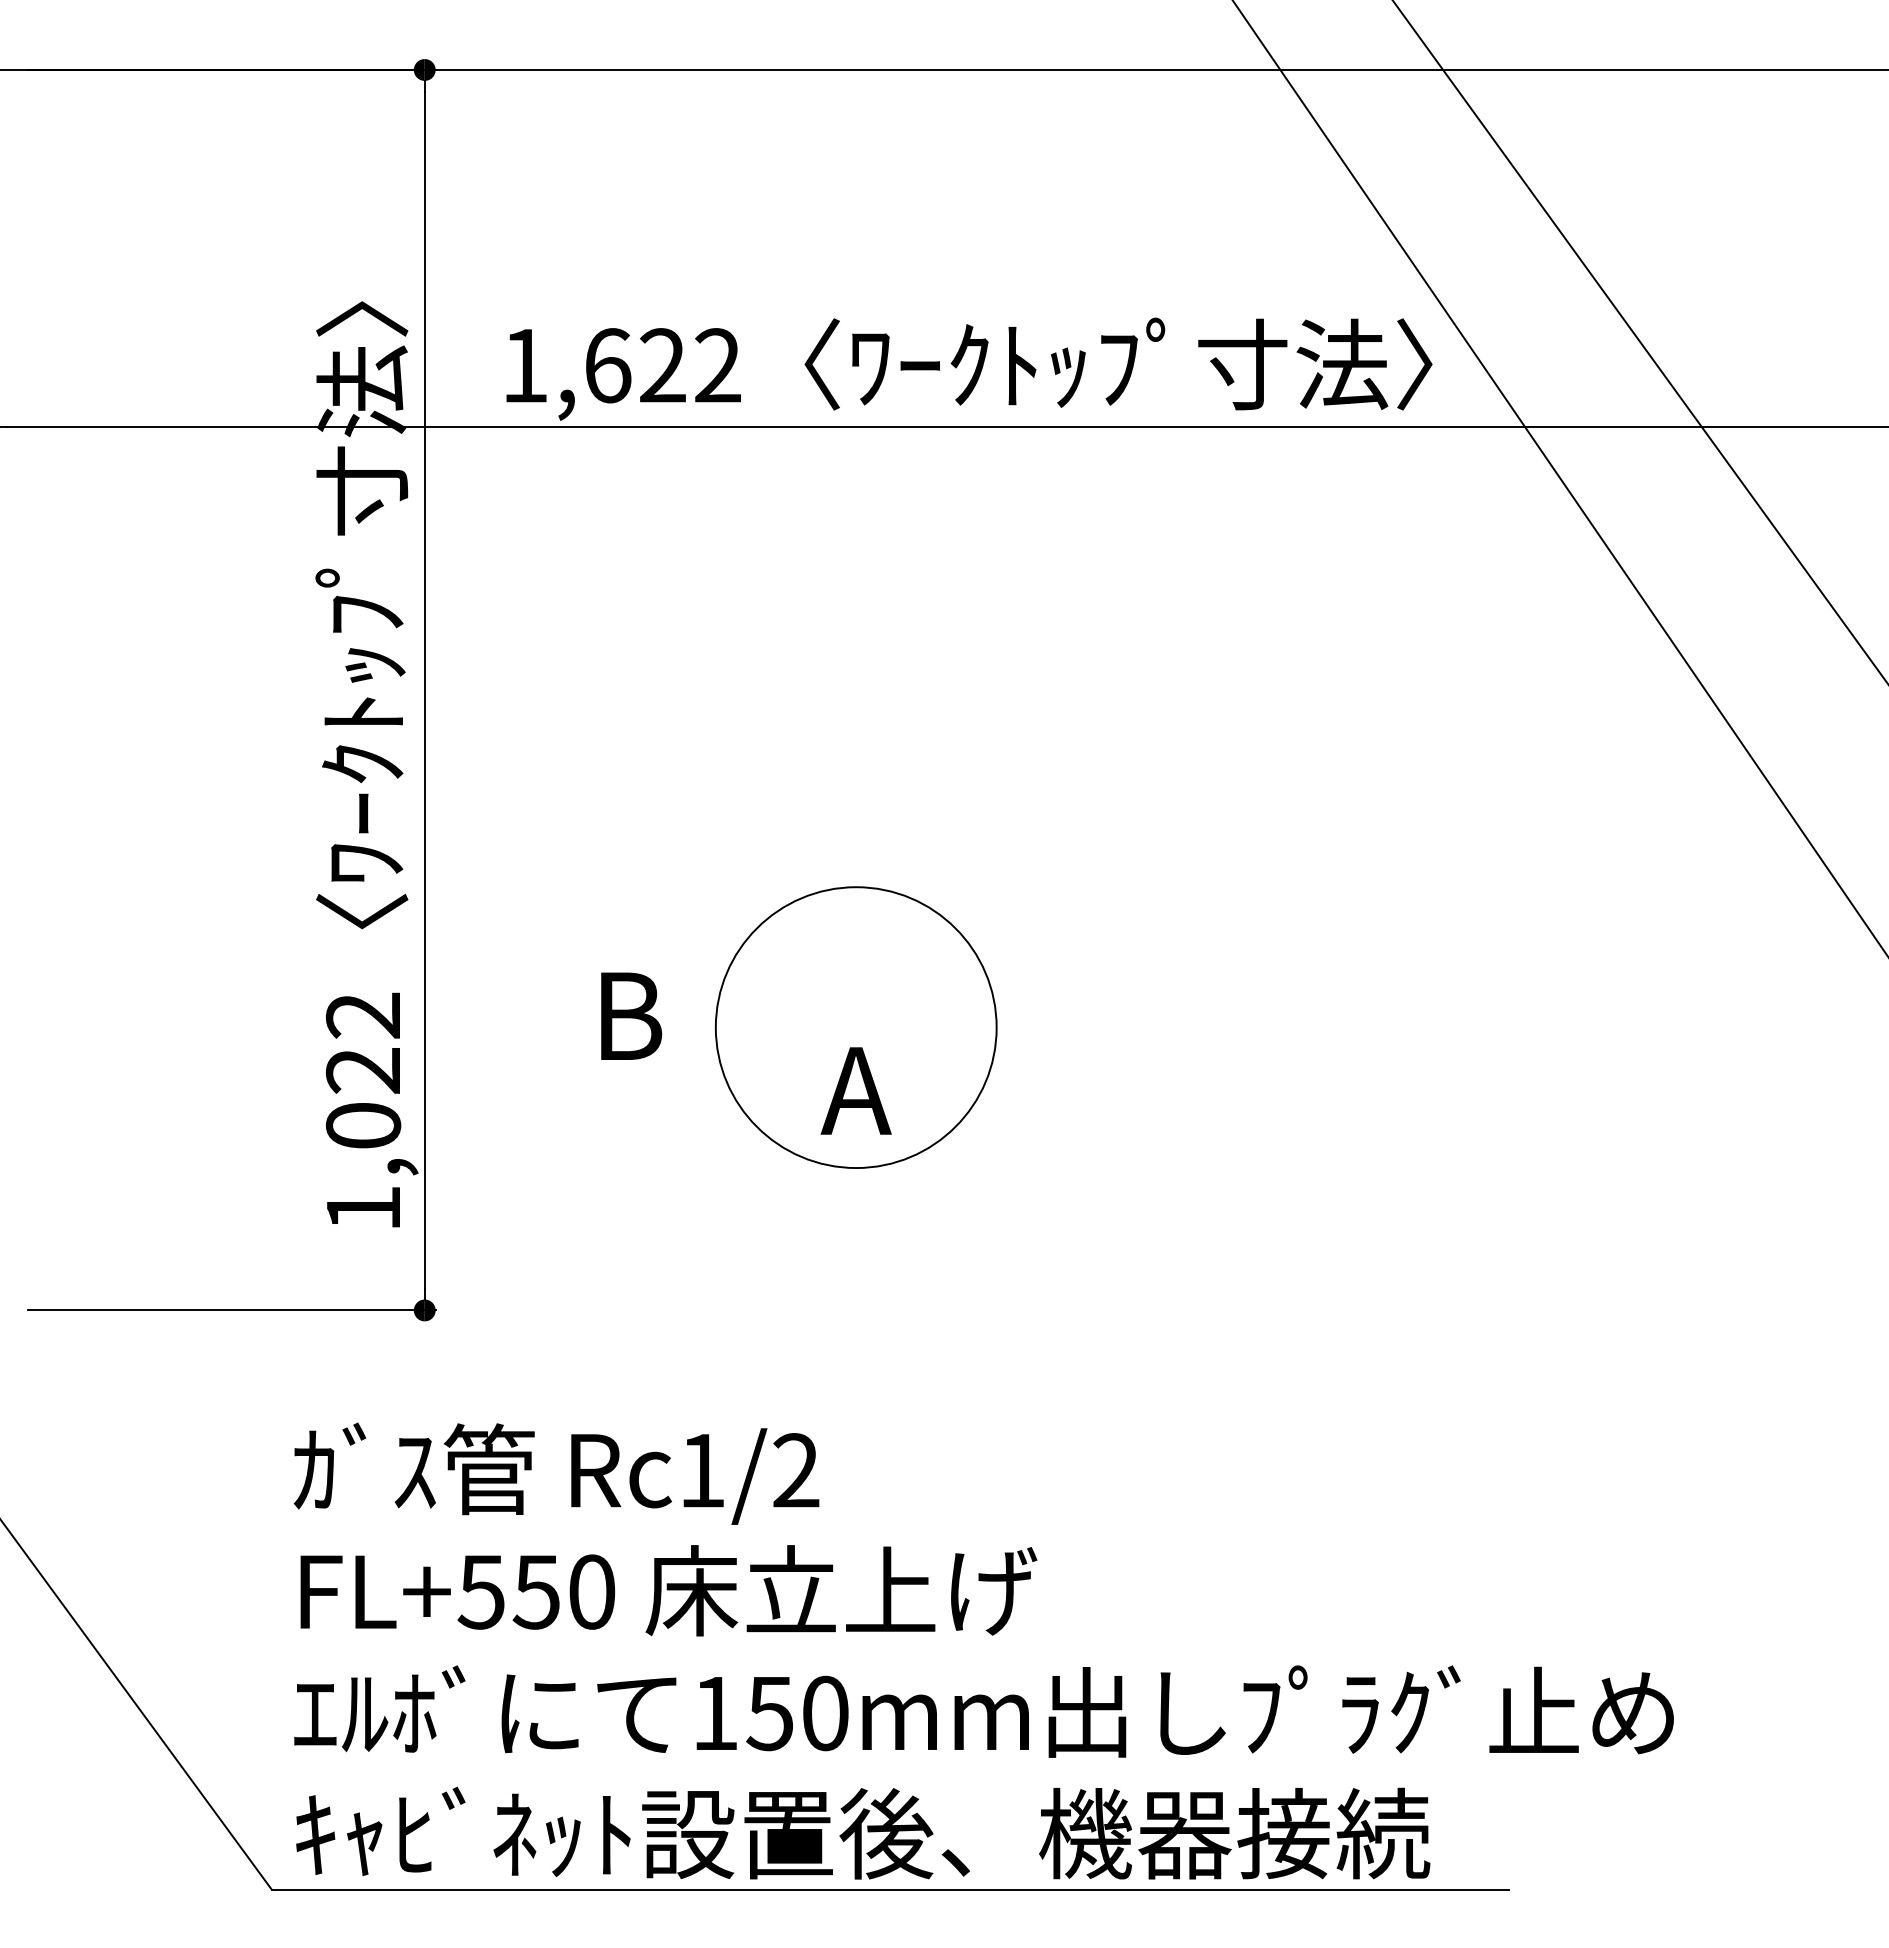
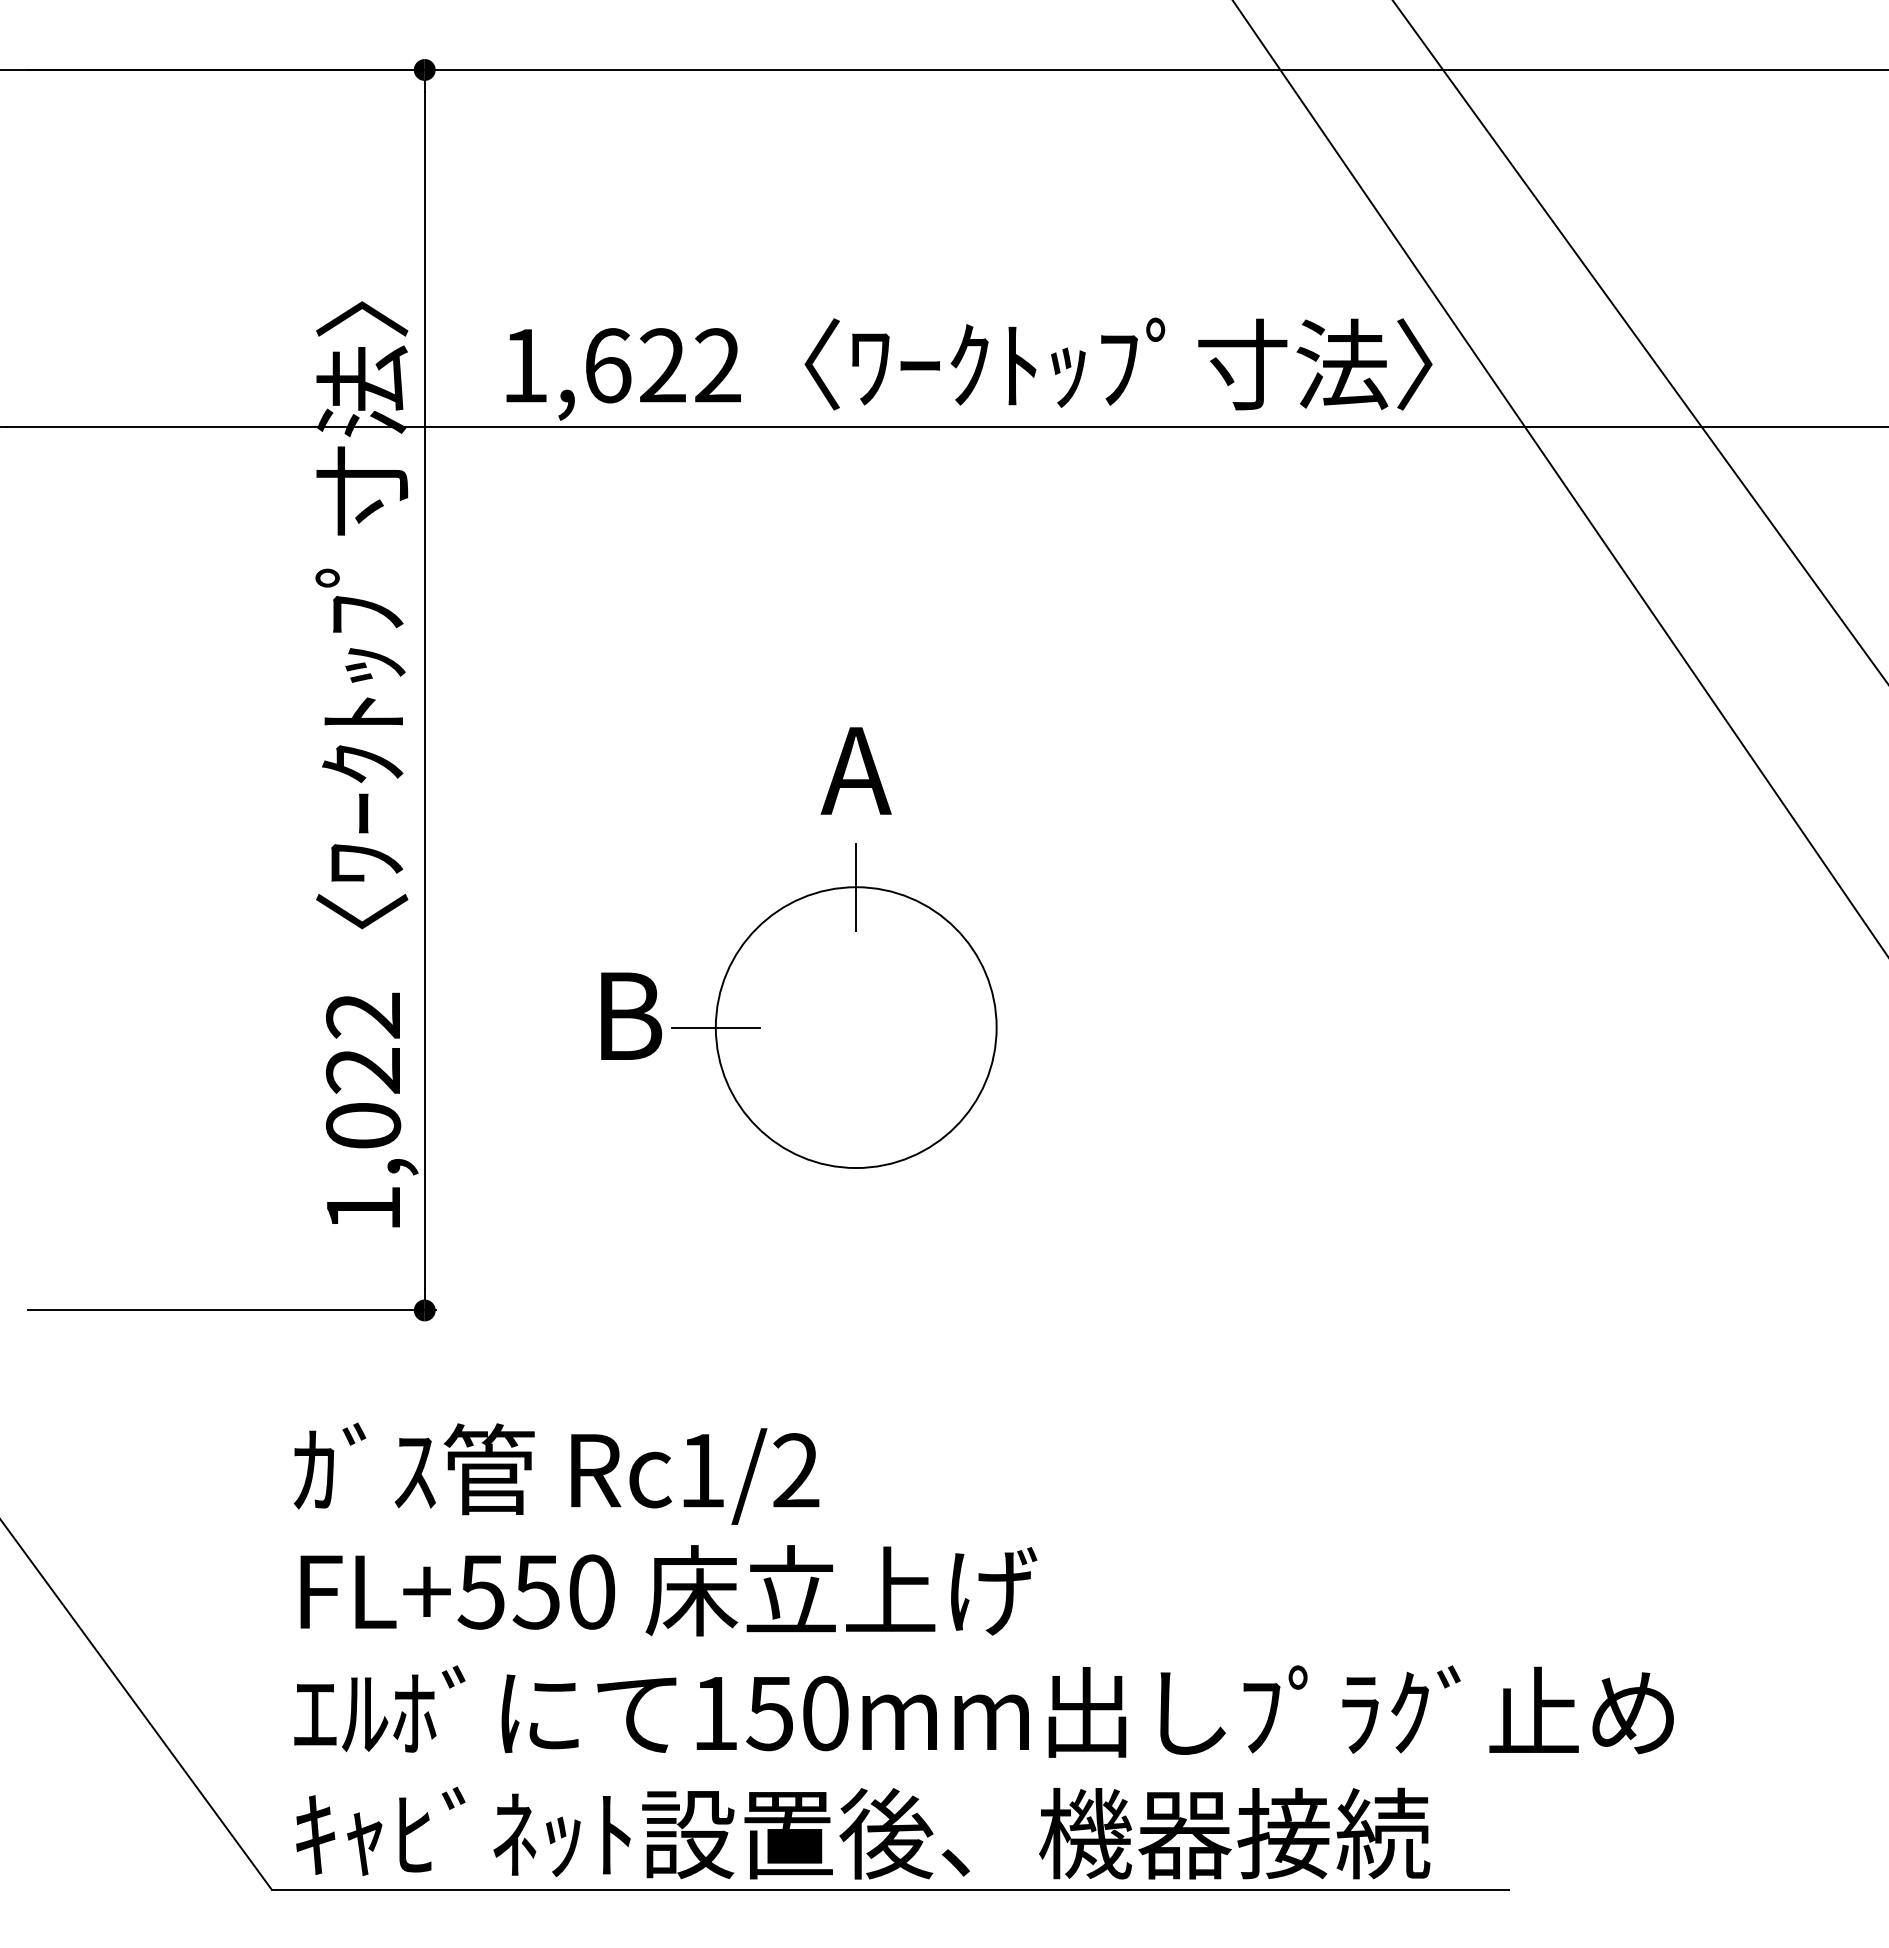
line at (856, 886): none -> present
line at (715, 1027): none -> present
text at (855, 1090) position: (855, 1090) -> (855, 770)
